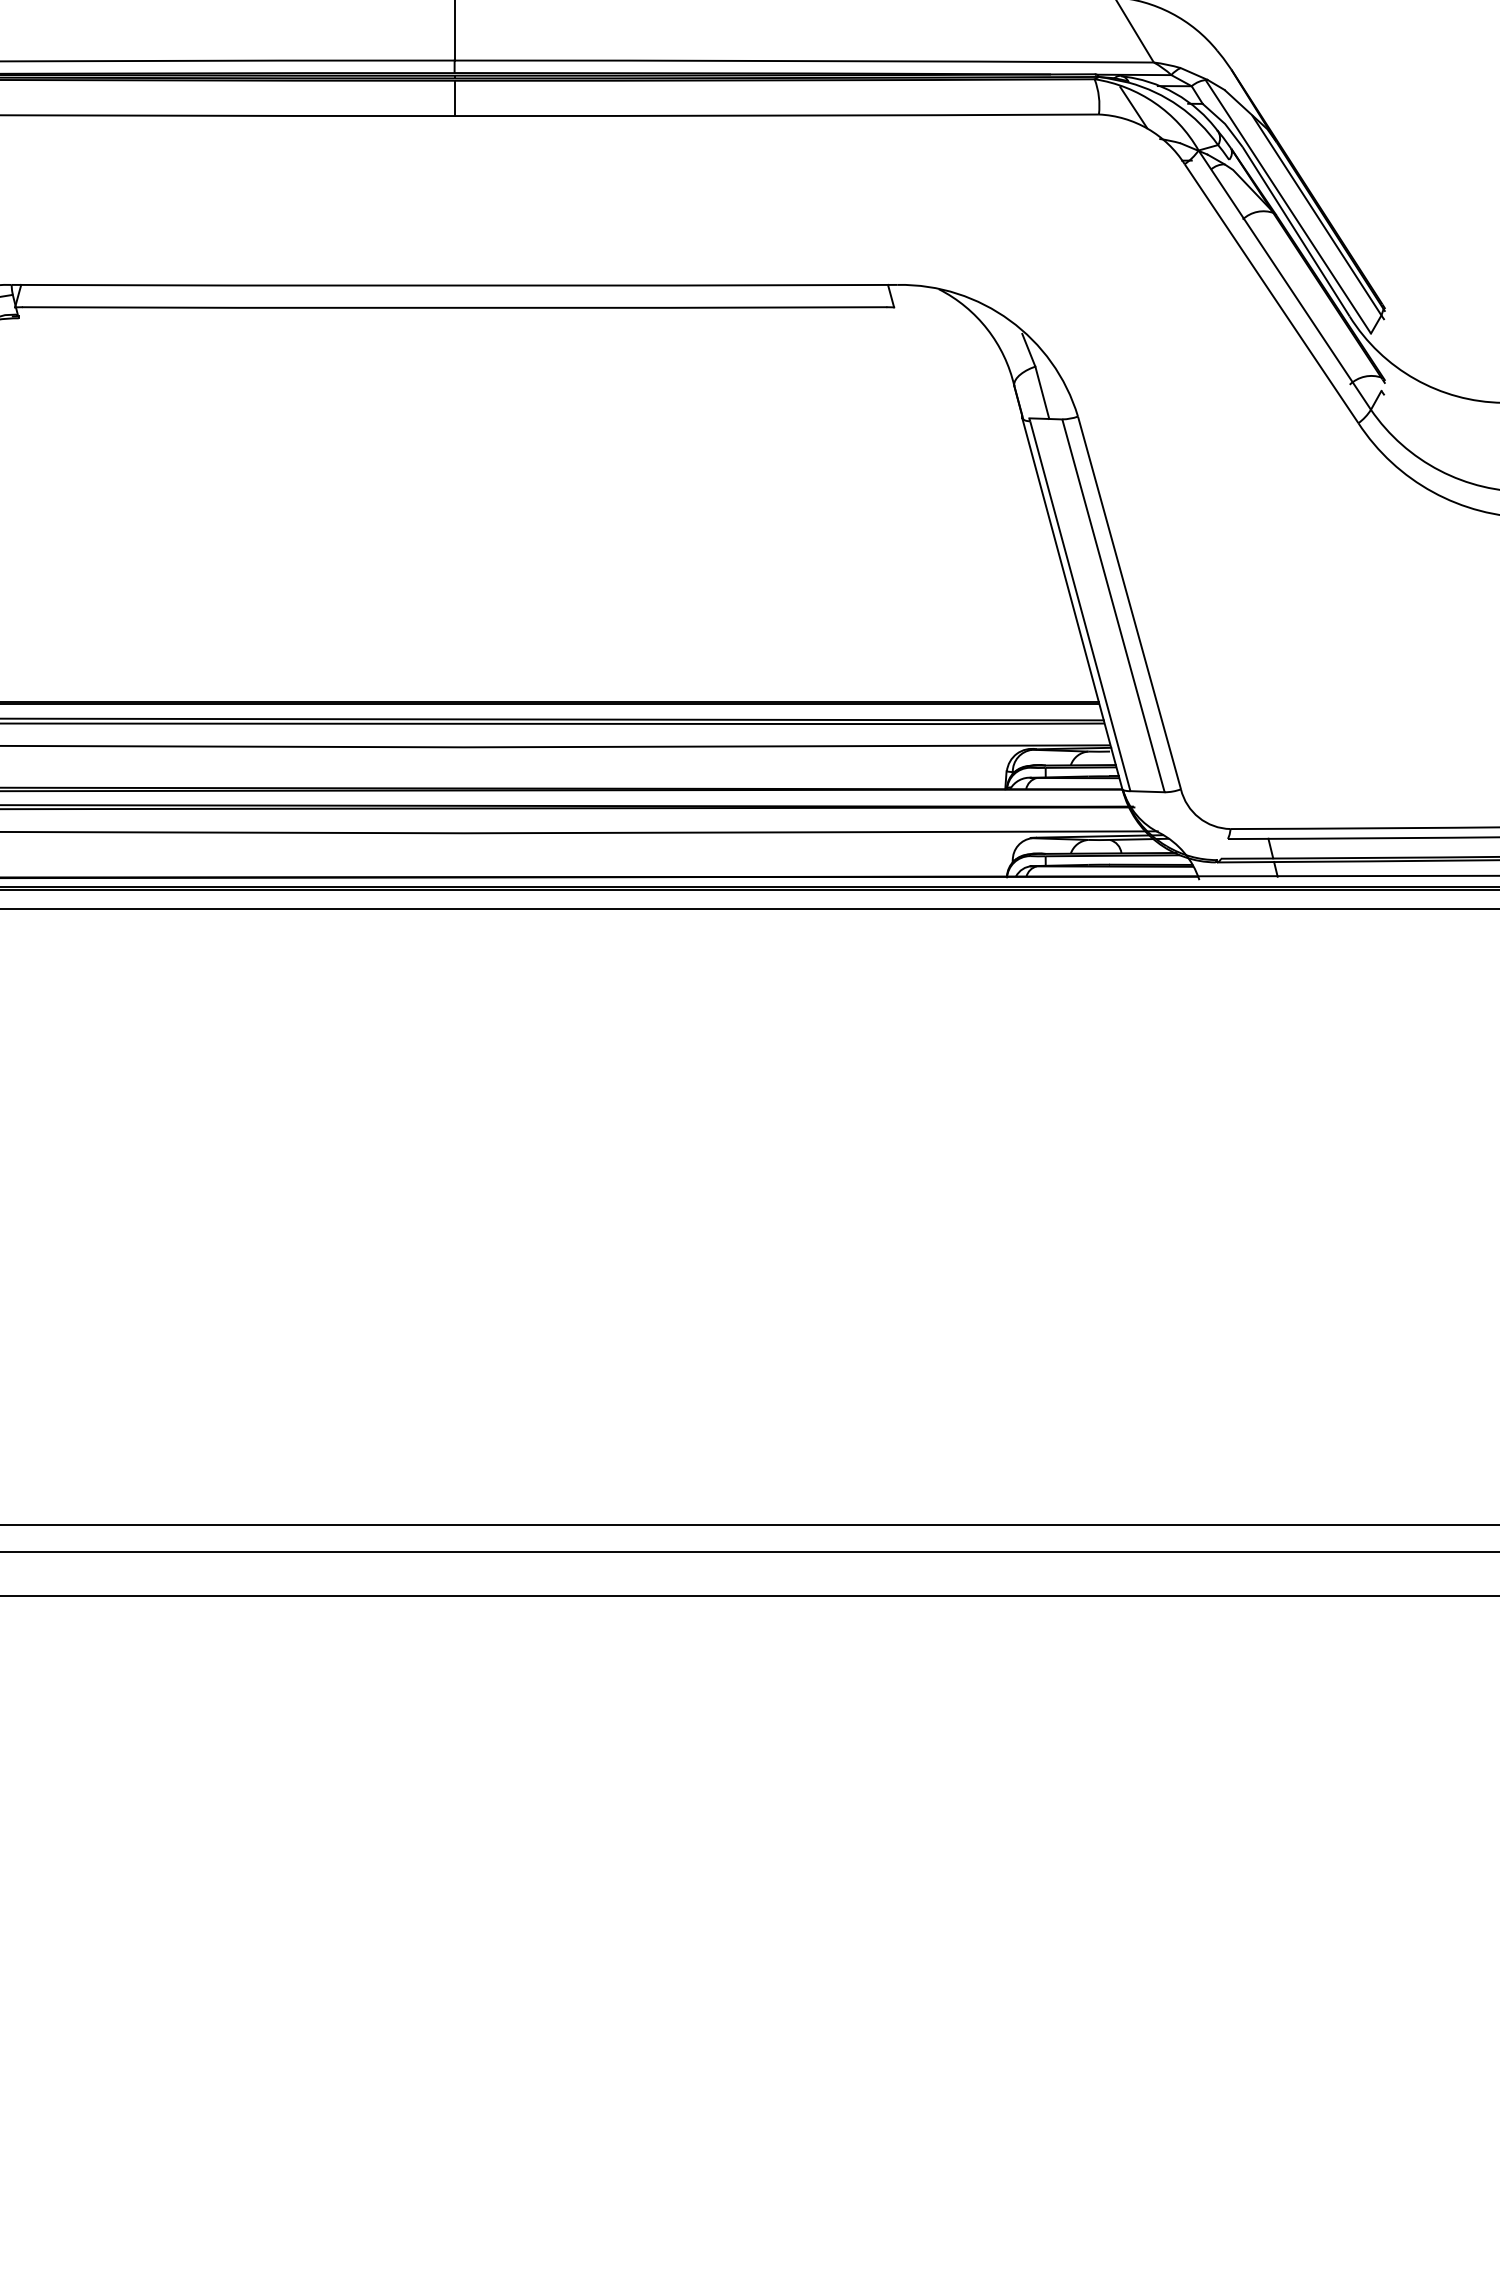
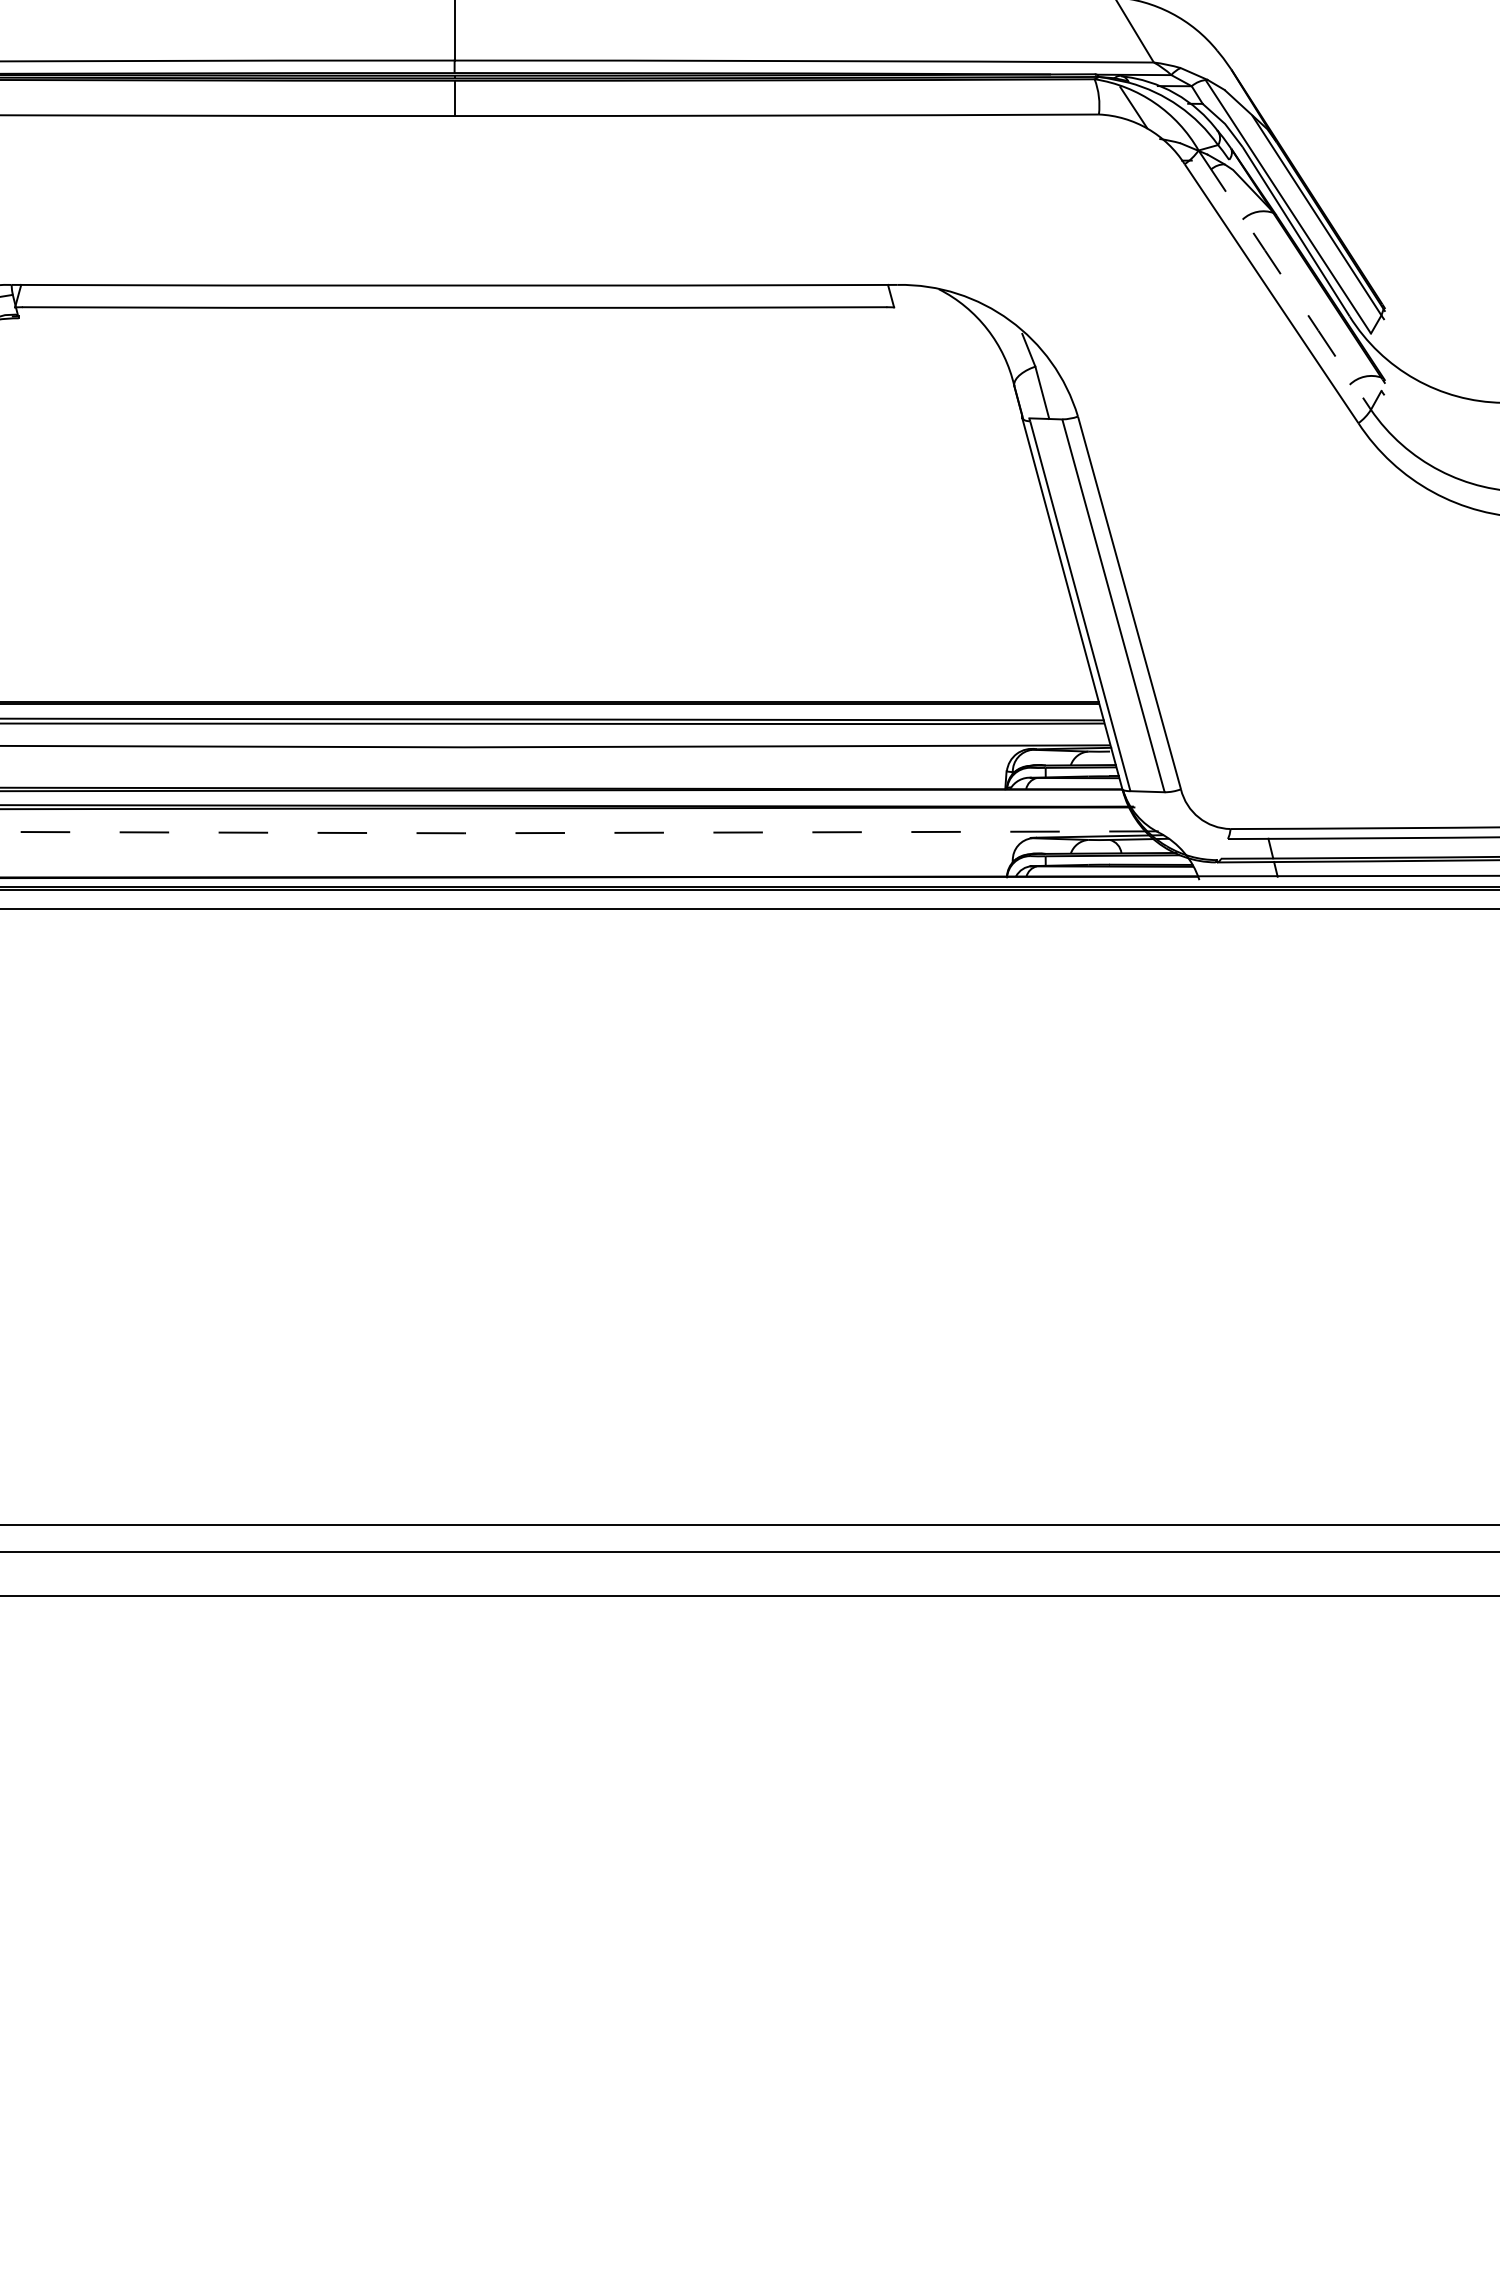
line at (1285, 281): solid -> dashed
line at (579, 832): solid -> dashed
